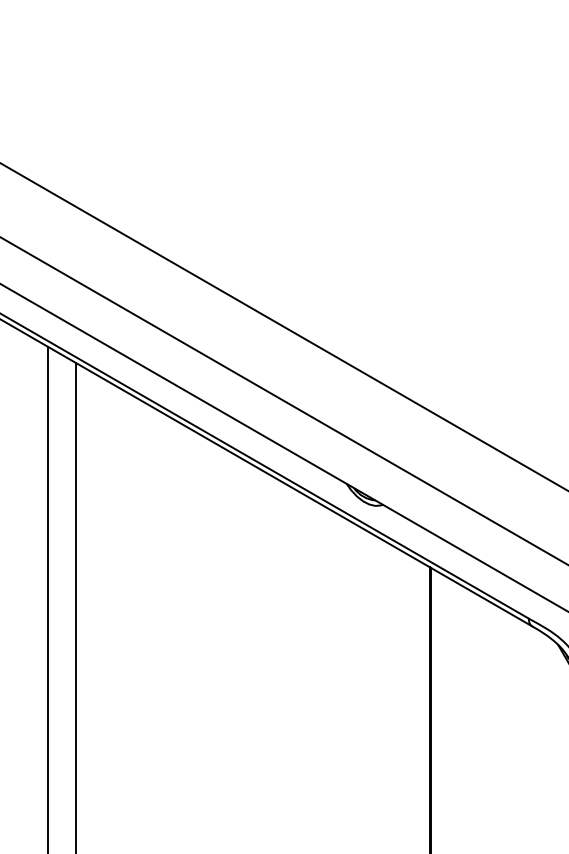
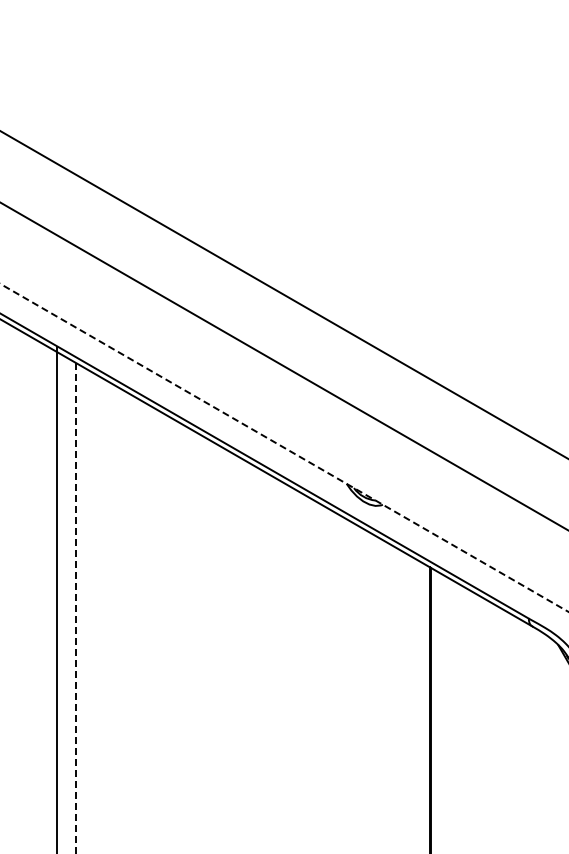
line at (283, 326) position: (283, 326) -> (283, 294)
line at (283, 400) position: (283, 400) -> (283, 365)
line at (284, 448): solid -> dashed
line at (48, 598) position: (48, 598) -> (57, 598)
line at (75, 608): solid -> dashed
